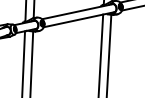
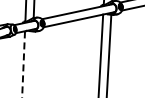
line at (31, 62): present -> none
line at (23, 64): solid -> dashed
